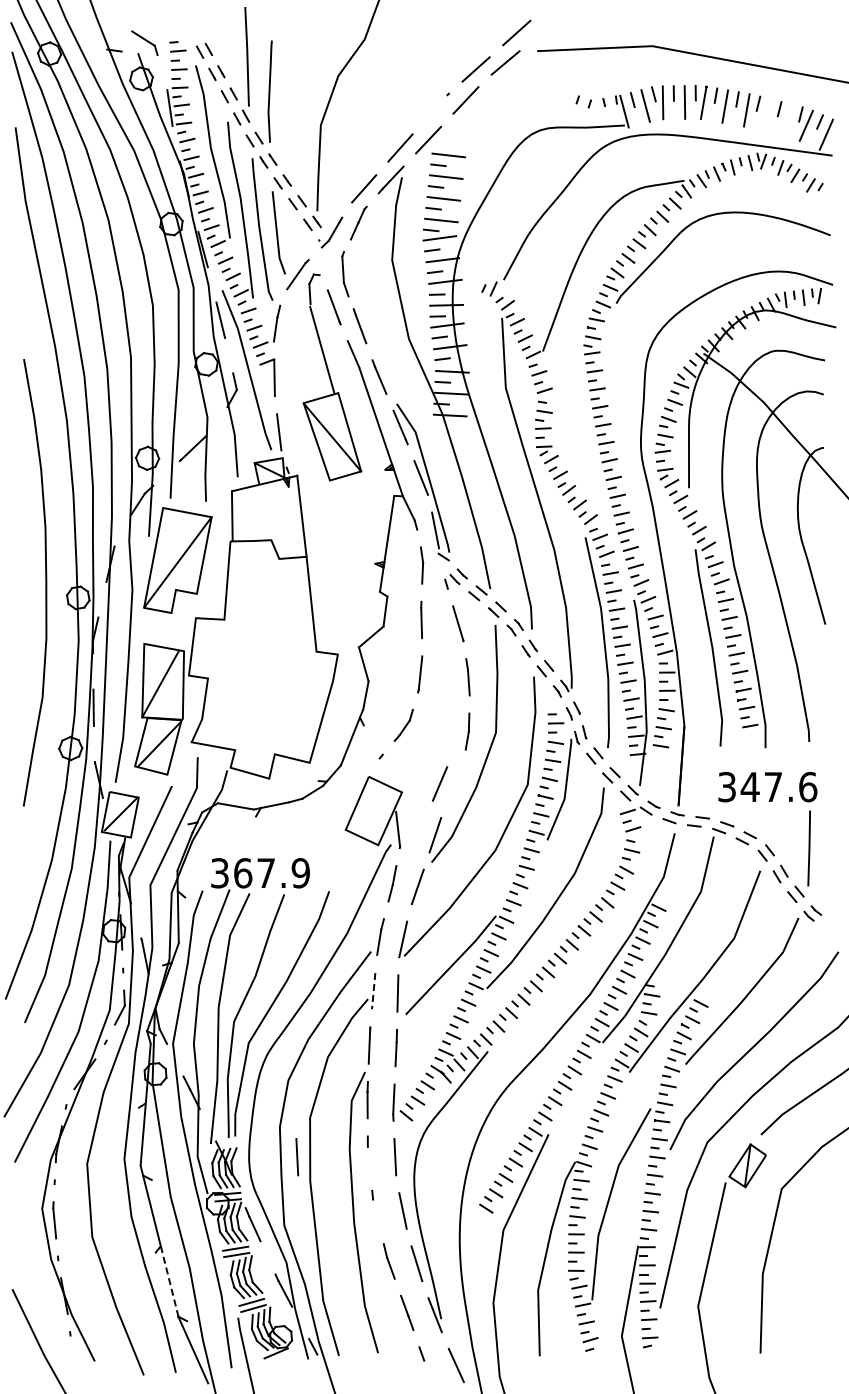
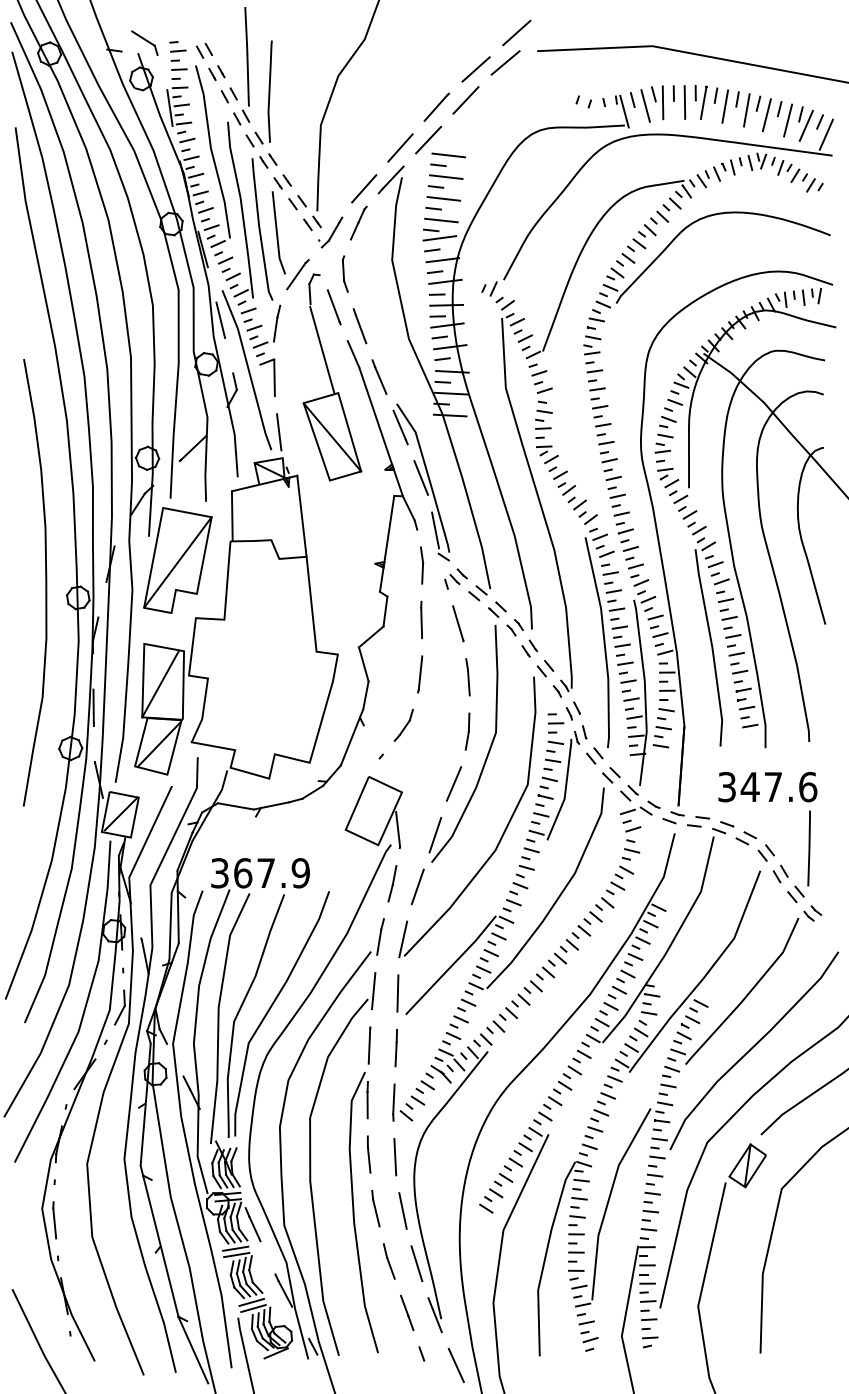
line at (435, 107): none -> present
line at (766, 115): none -> present
line at (788, 120): none -> present
part at (345, 274) size: 9x47 px -> 8x38 px
line at (440, 783) position: (440, 783) -> (454, 783)
line at (373, 991): dashed -> solid
line at (297, 1157): present -> none
line at (368, 1159): none -> present
line at (376, 1212): none -> present
line at (169, 1281): dashed -> solid
